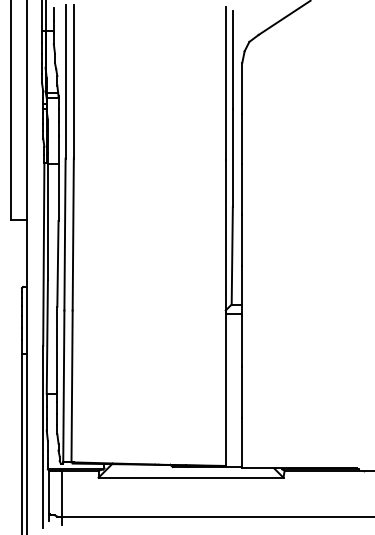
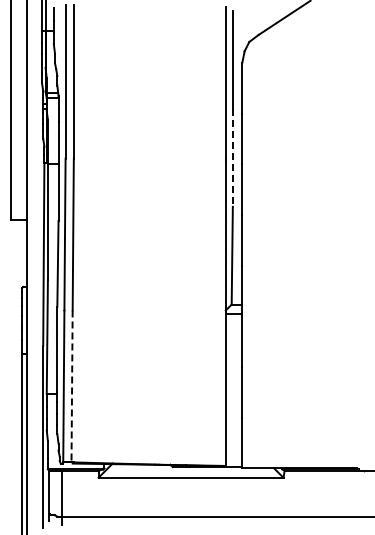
line at (232, 157): solid -> dashed
line at (72, 386): solid -> dashed
